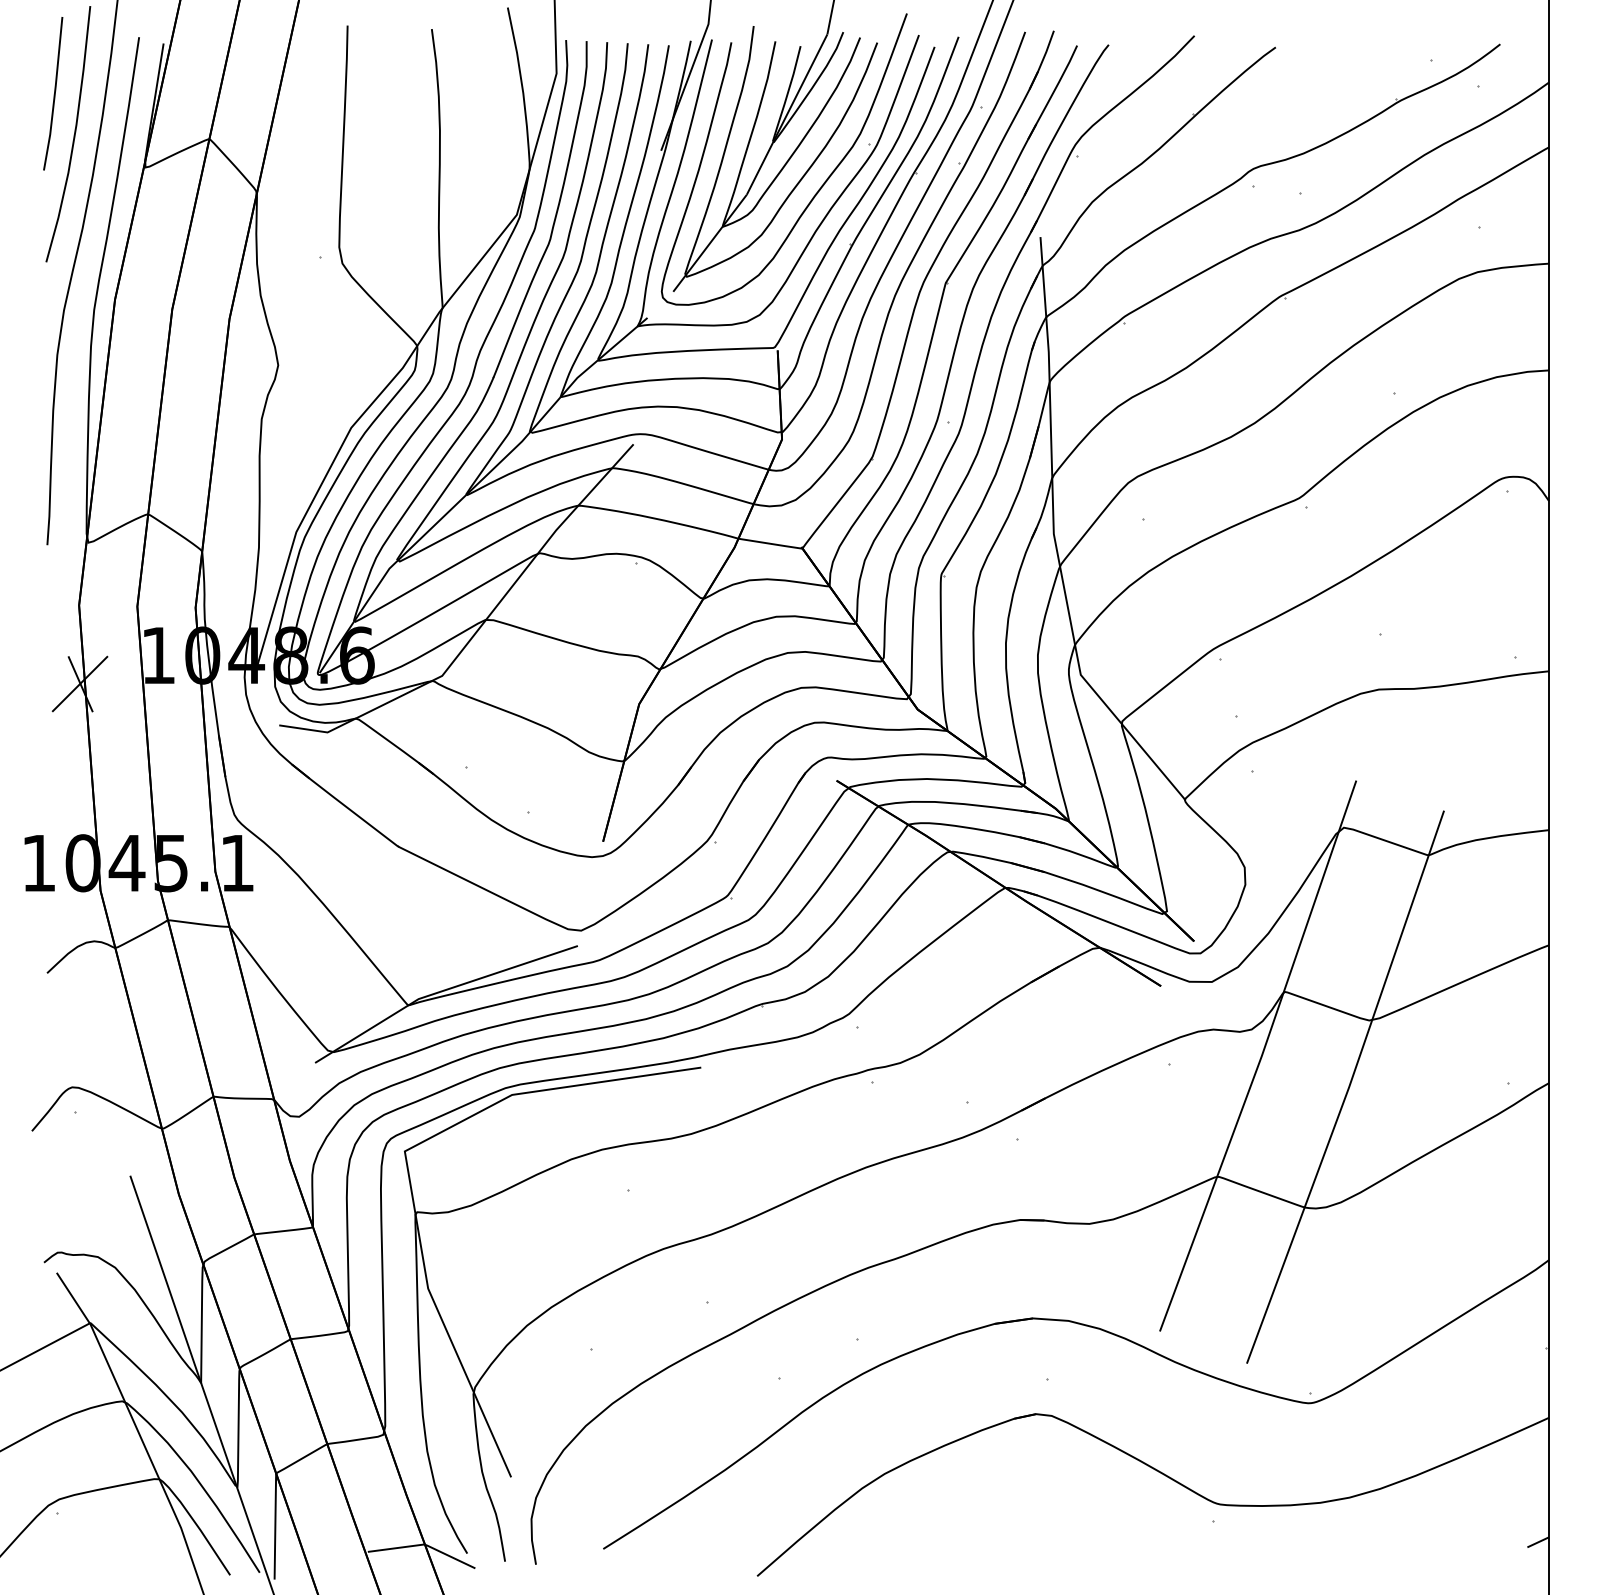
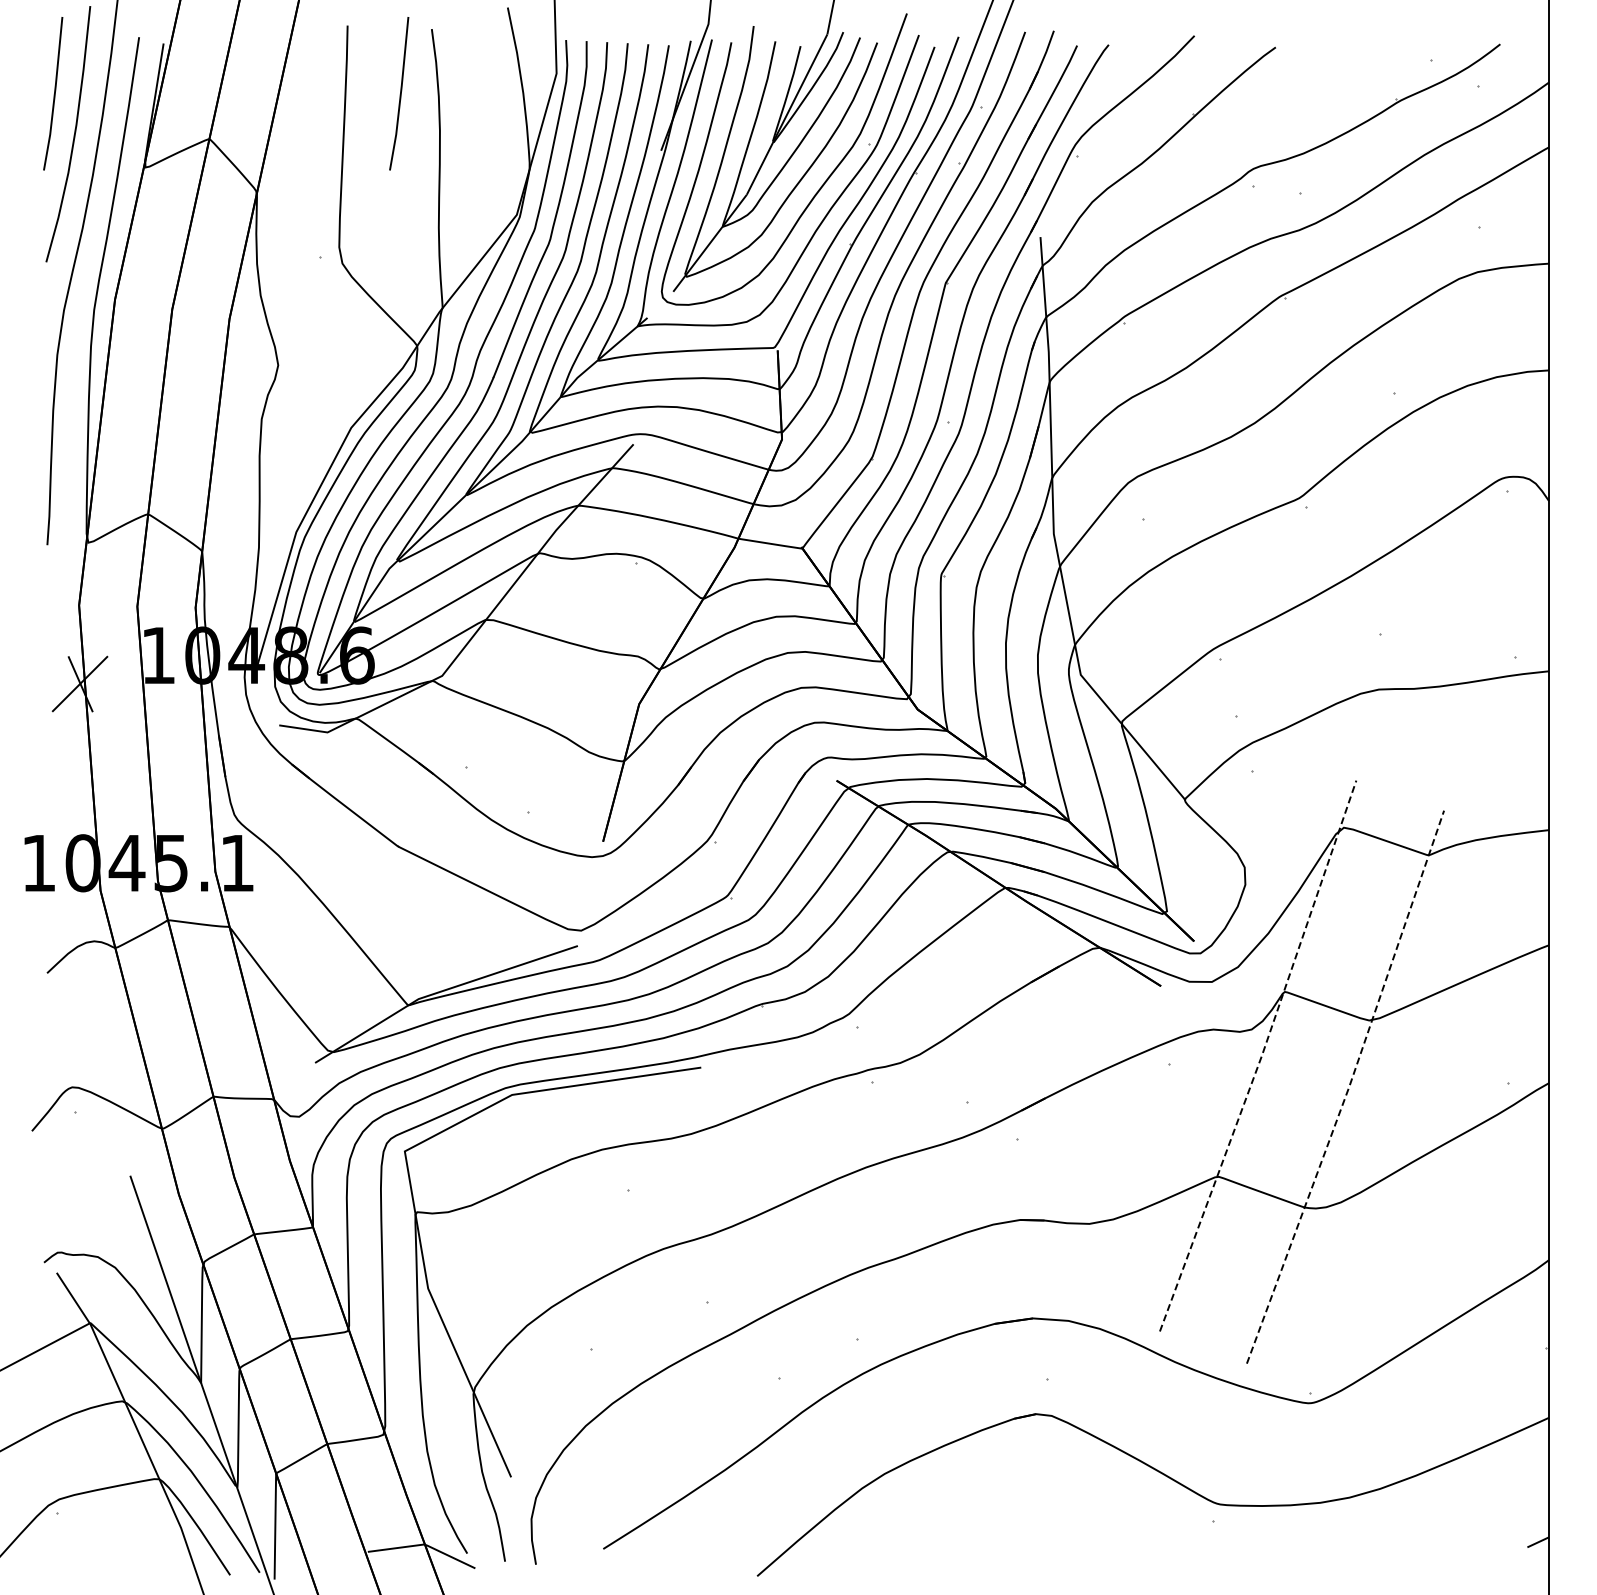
line at (400, 93): none -> present
line at (1261, 1056): solid -> dashed
line at (1349, 1087): solid -> dashed
